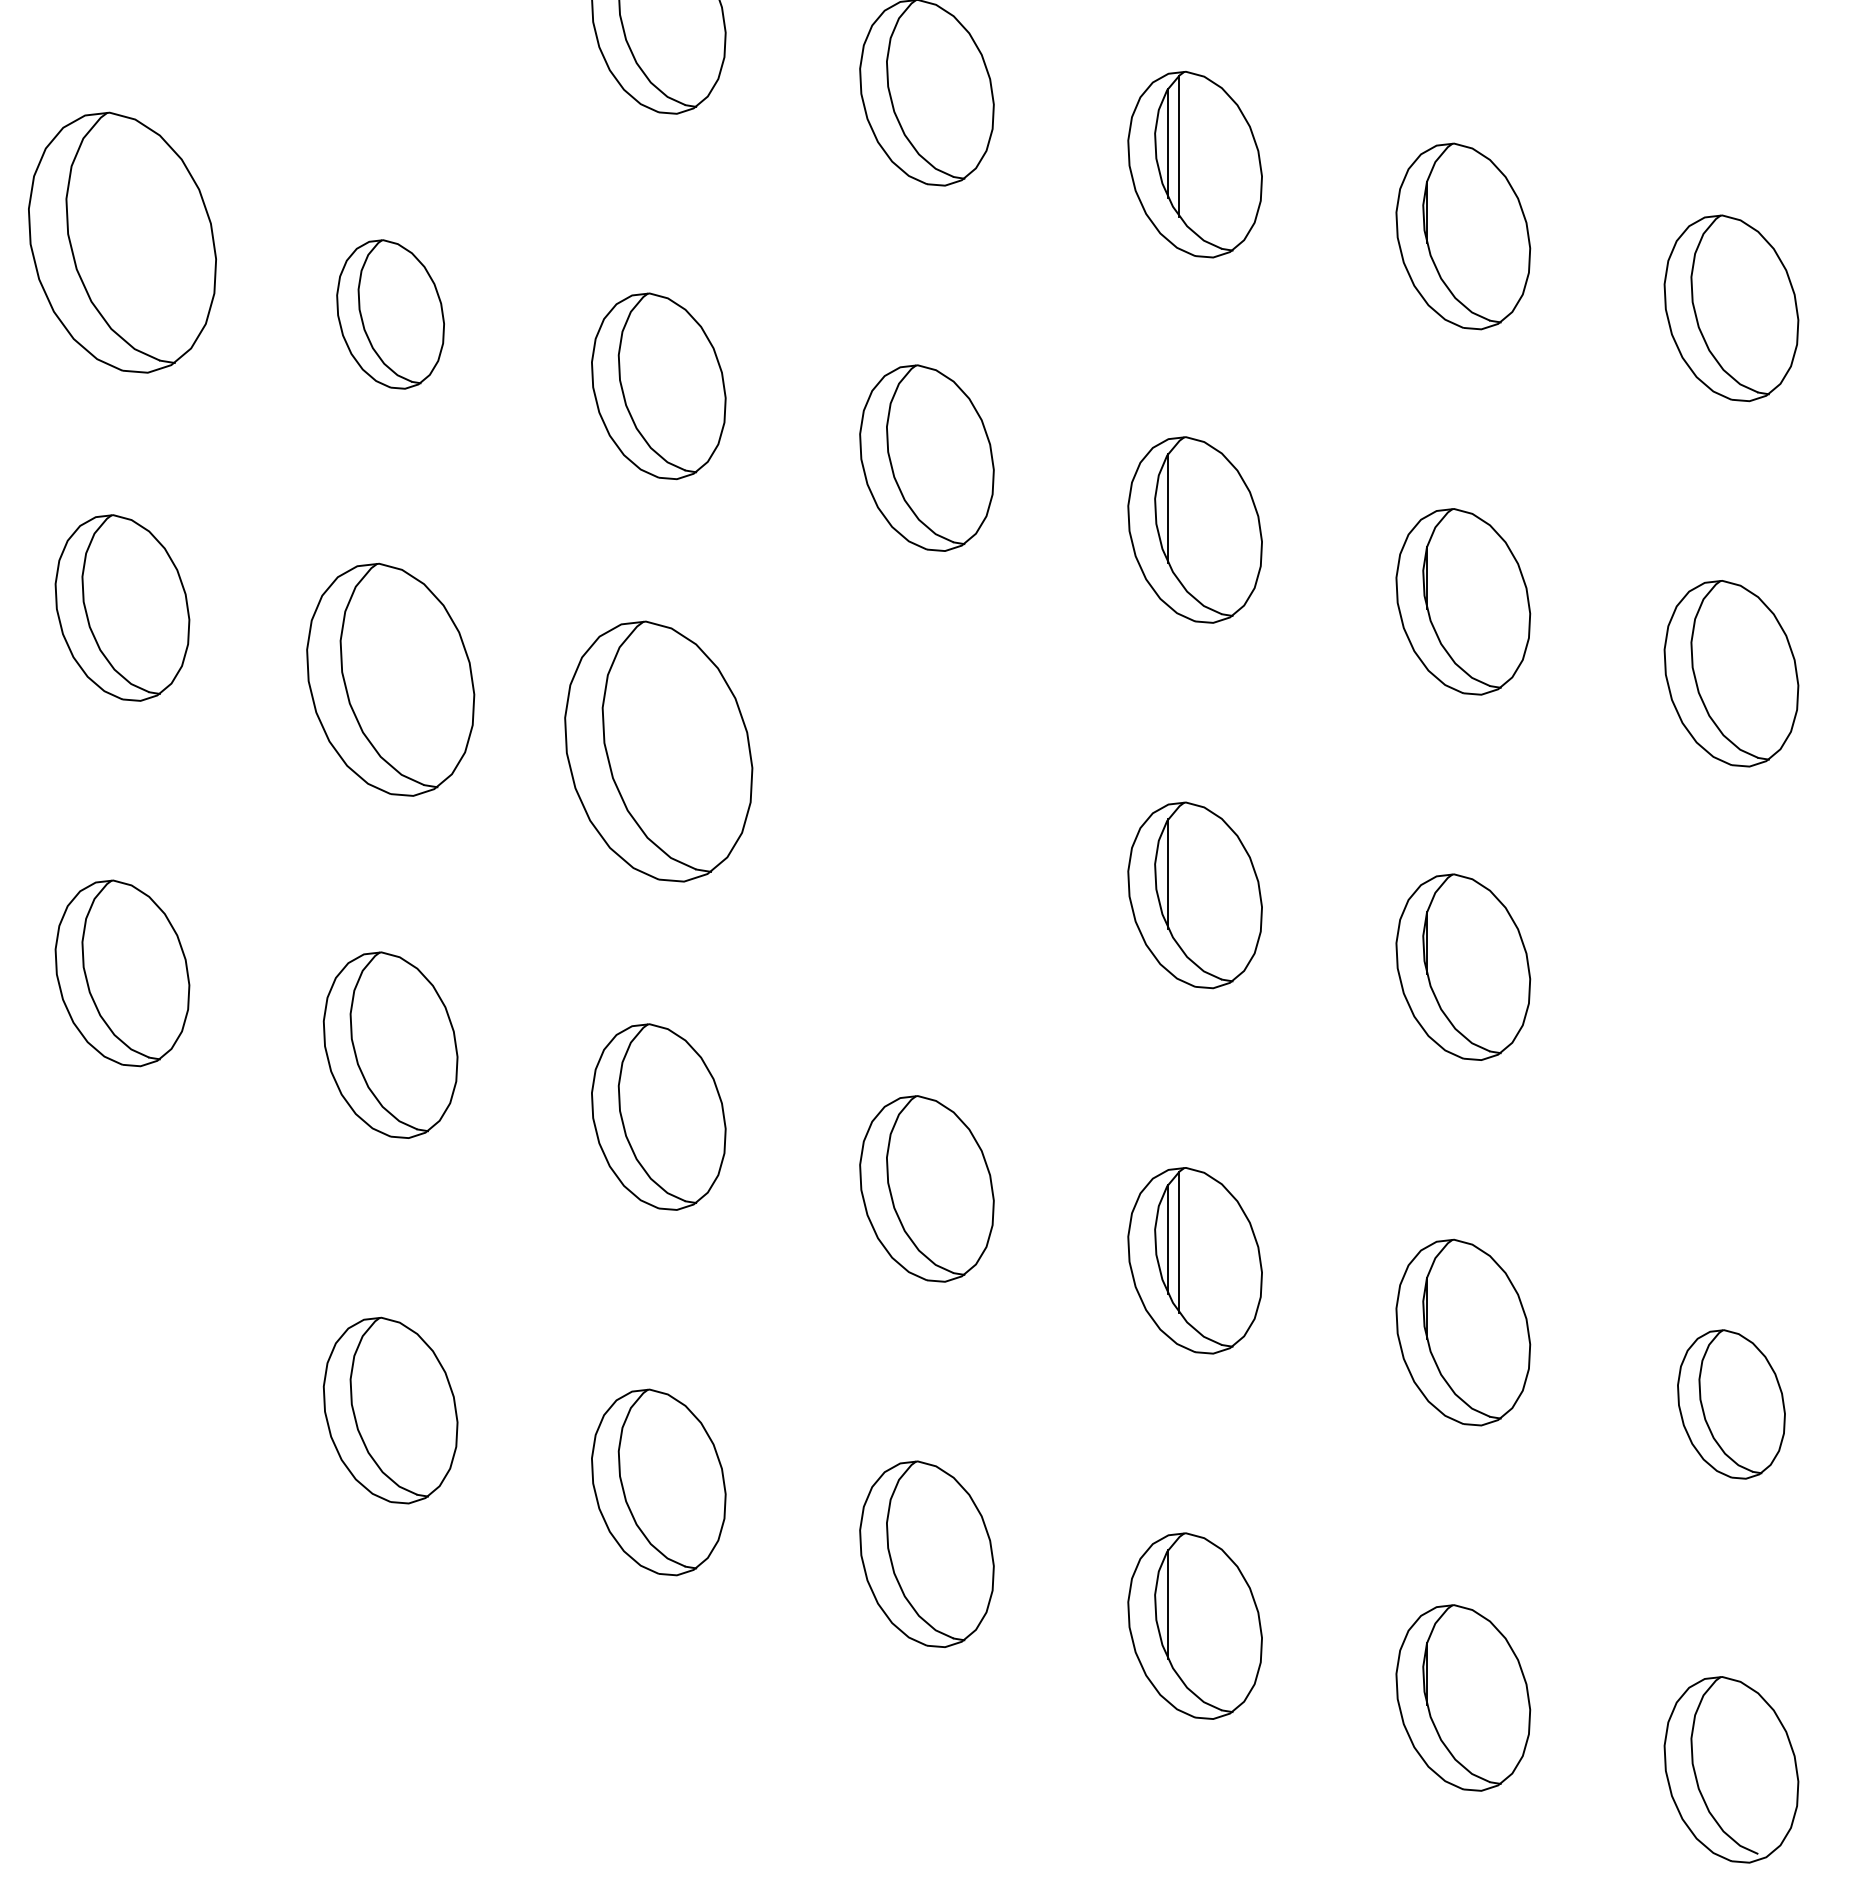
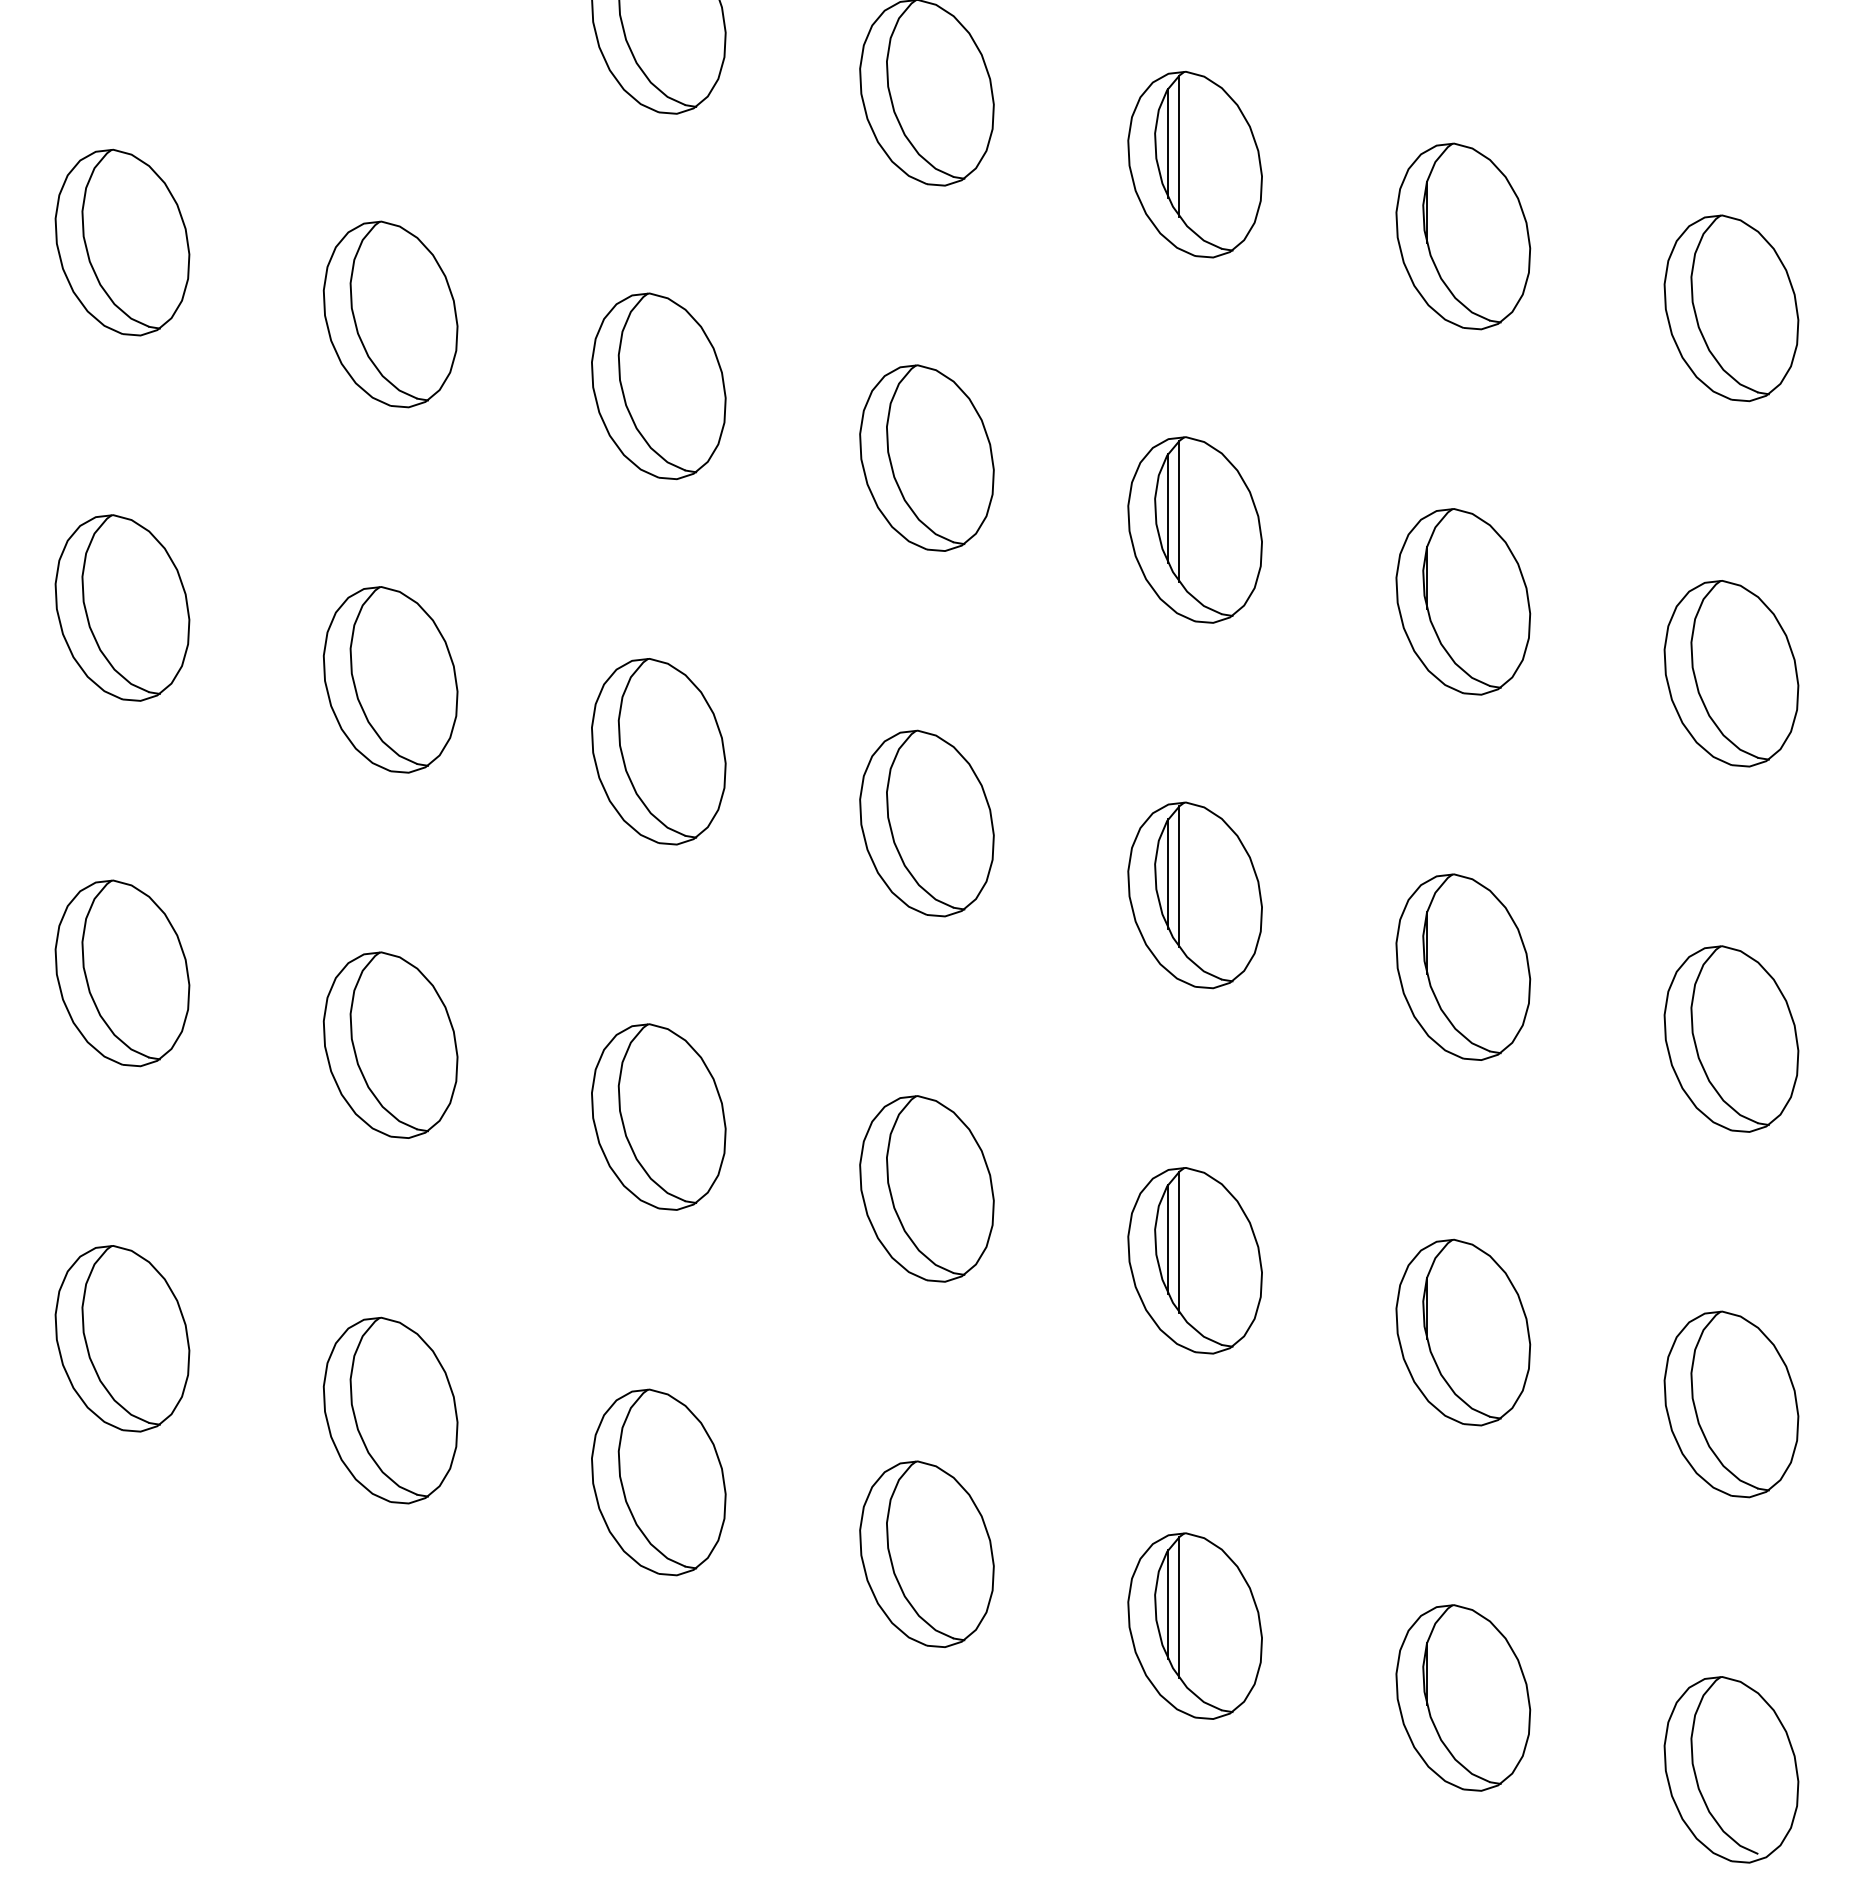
part at (122, 242) size: 189x263 px -> 137x189 px
part at (390, 314) size: 109x151 px -> 137x189 px
line at (1179, 511): none -> present
part at (390, 679) size: 170x235 px -> 137x188 px
part at (658, 751) size: 190x263 px -> 136x188 px
part at (926, 823): none -> present
line at (1179, 876): none -> present
part at (1731, 1038): none -> present
part at (122, 1338): none -> present
part at (1731, 1404) size: 109x151 px -> 137x189 px
line at (1179, 1607): none -> present
